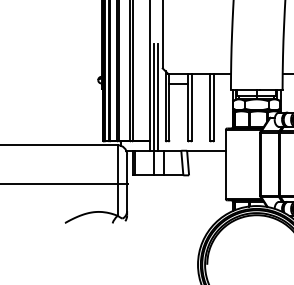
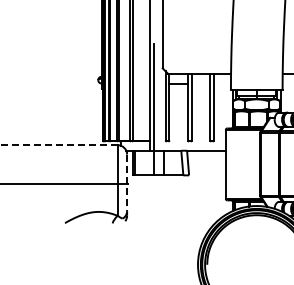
line at (158, 96): present -> none
line at (58, 145): solid -> dashed
line at (127, 183): solid -> dashed
